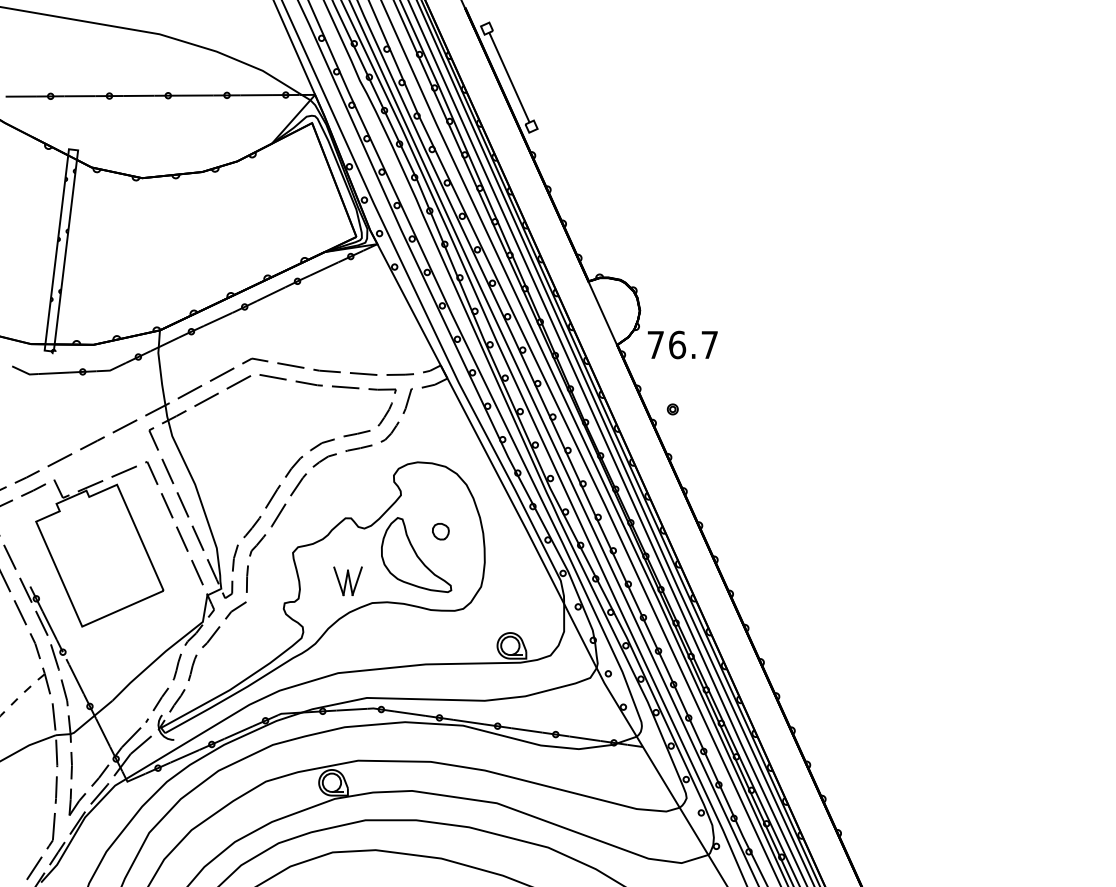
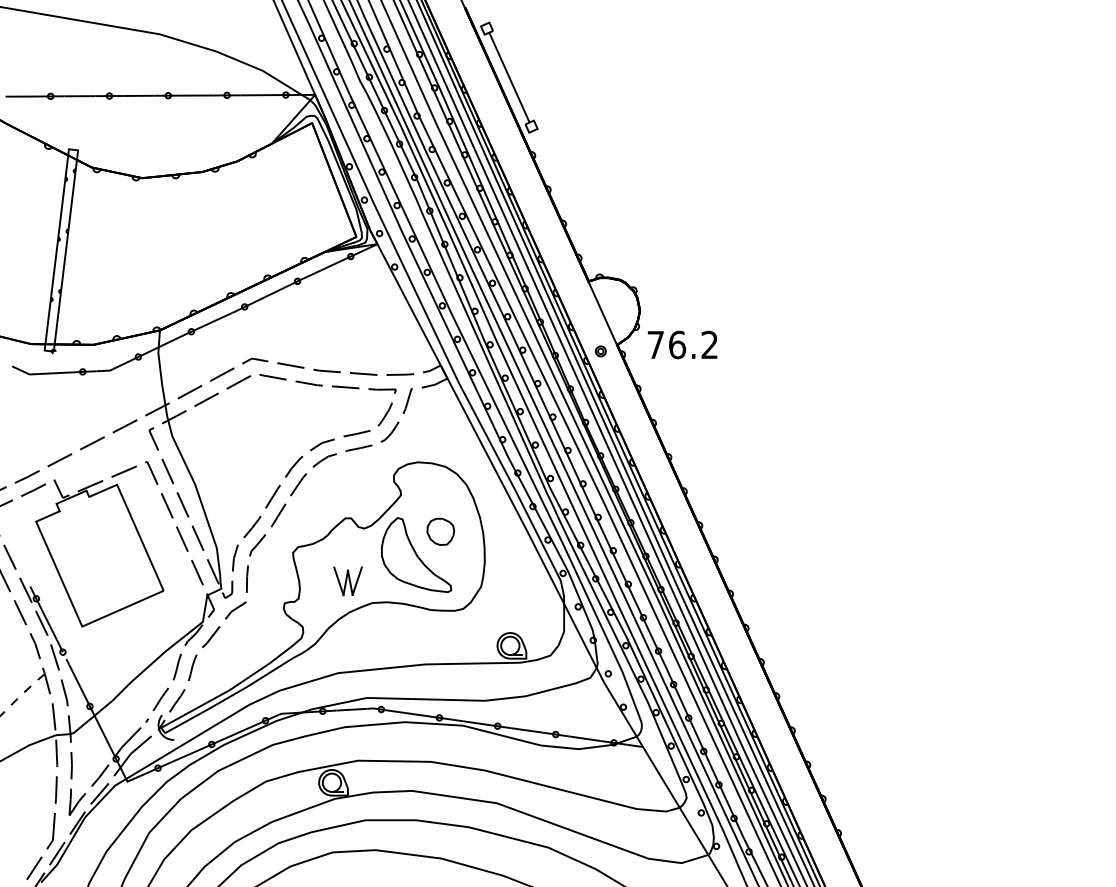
text at (709, 344): 76.7 -> 76.2
part at (672, 409) position: (672, 409) -> (600, 351)
part at (440, 531) size: 18x18 px -> 30x29 px
